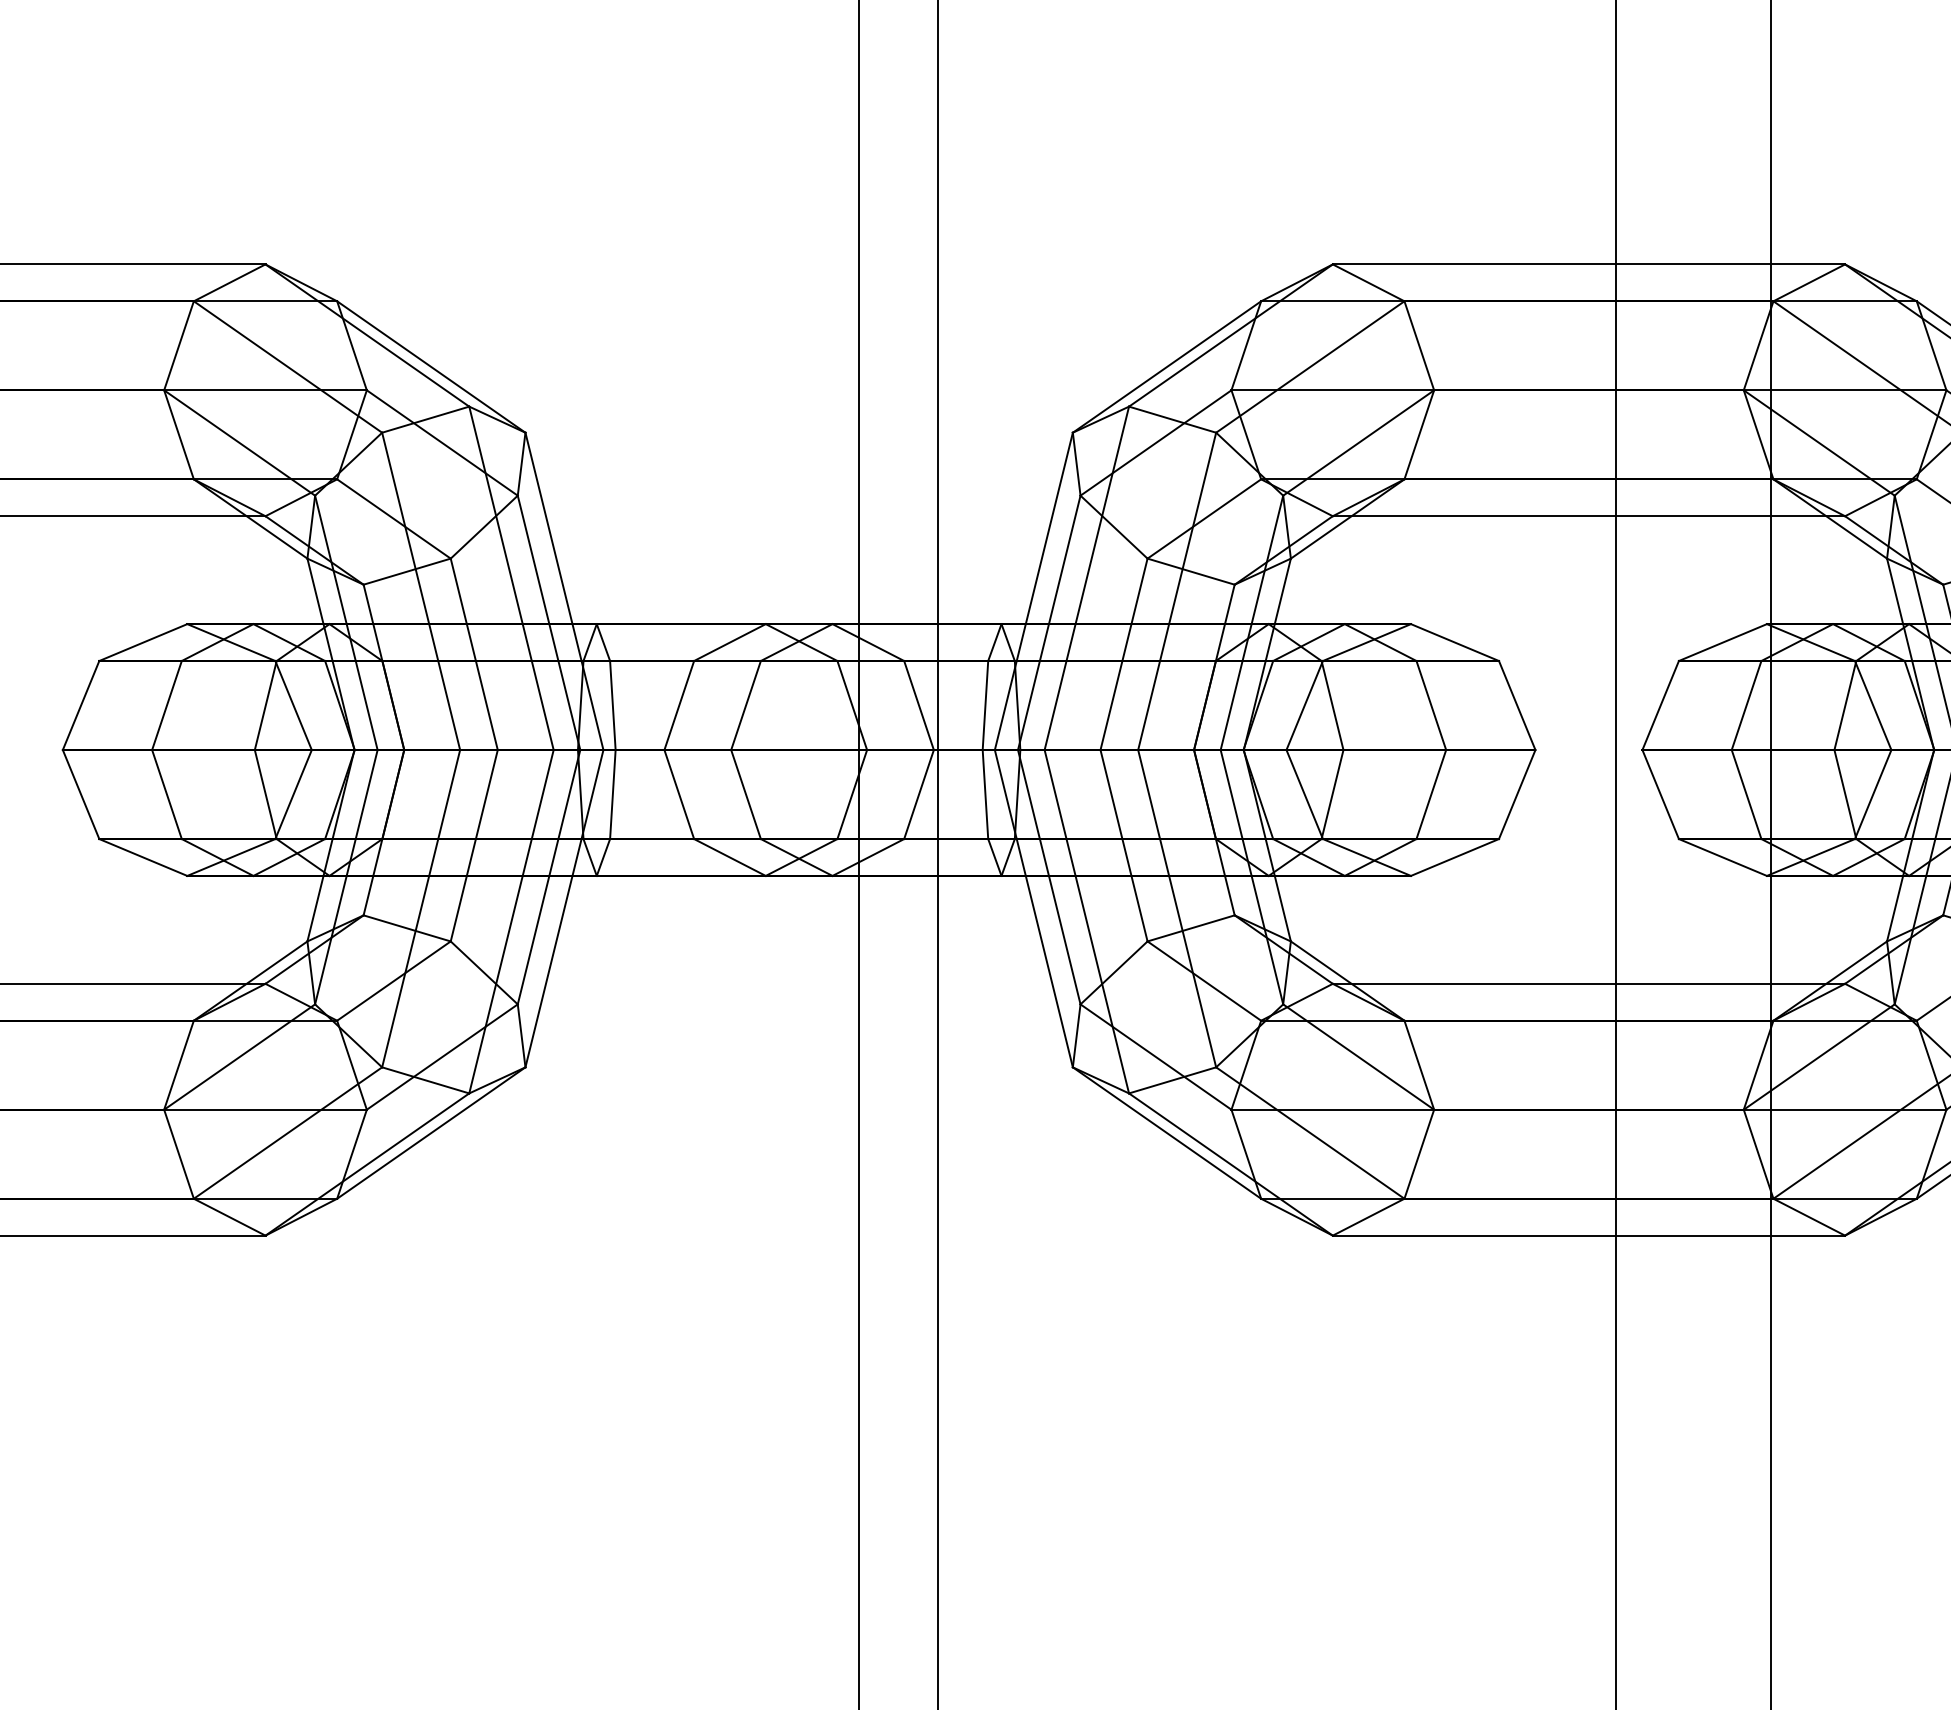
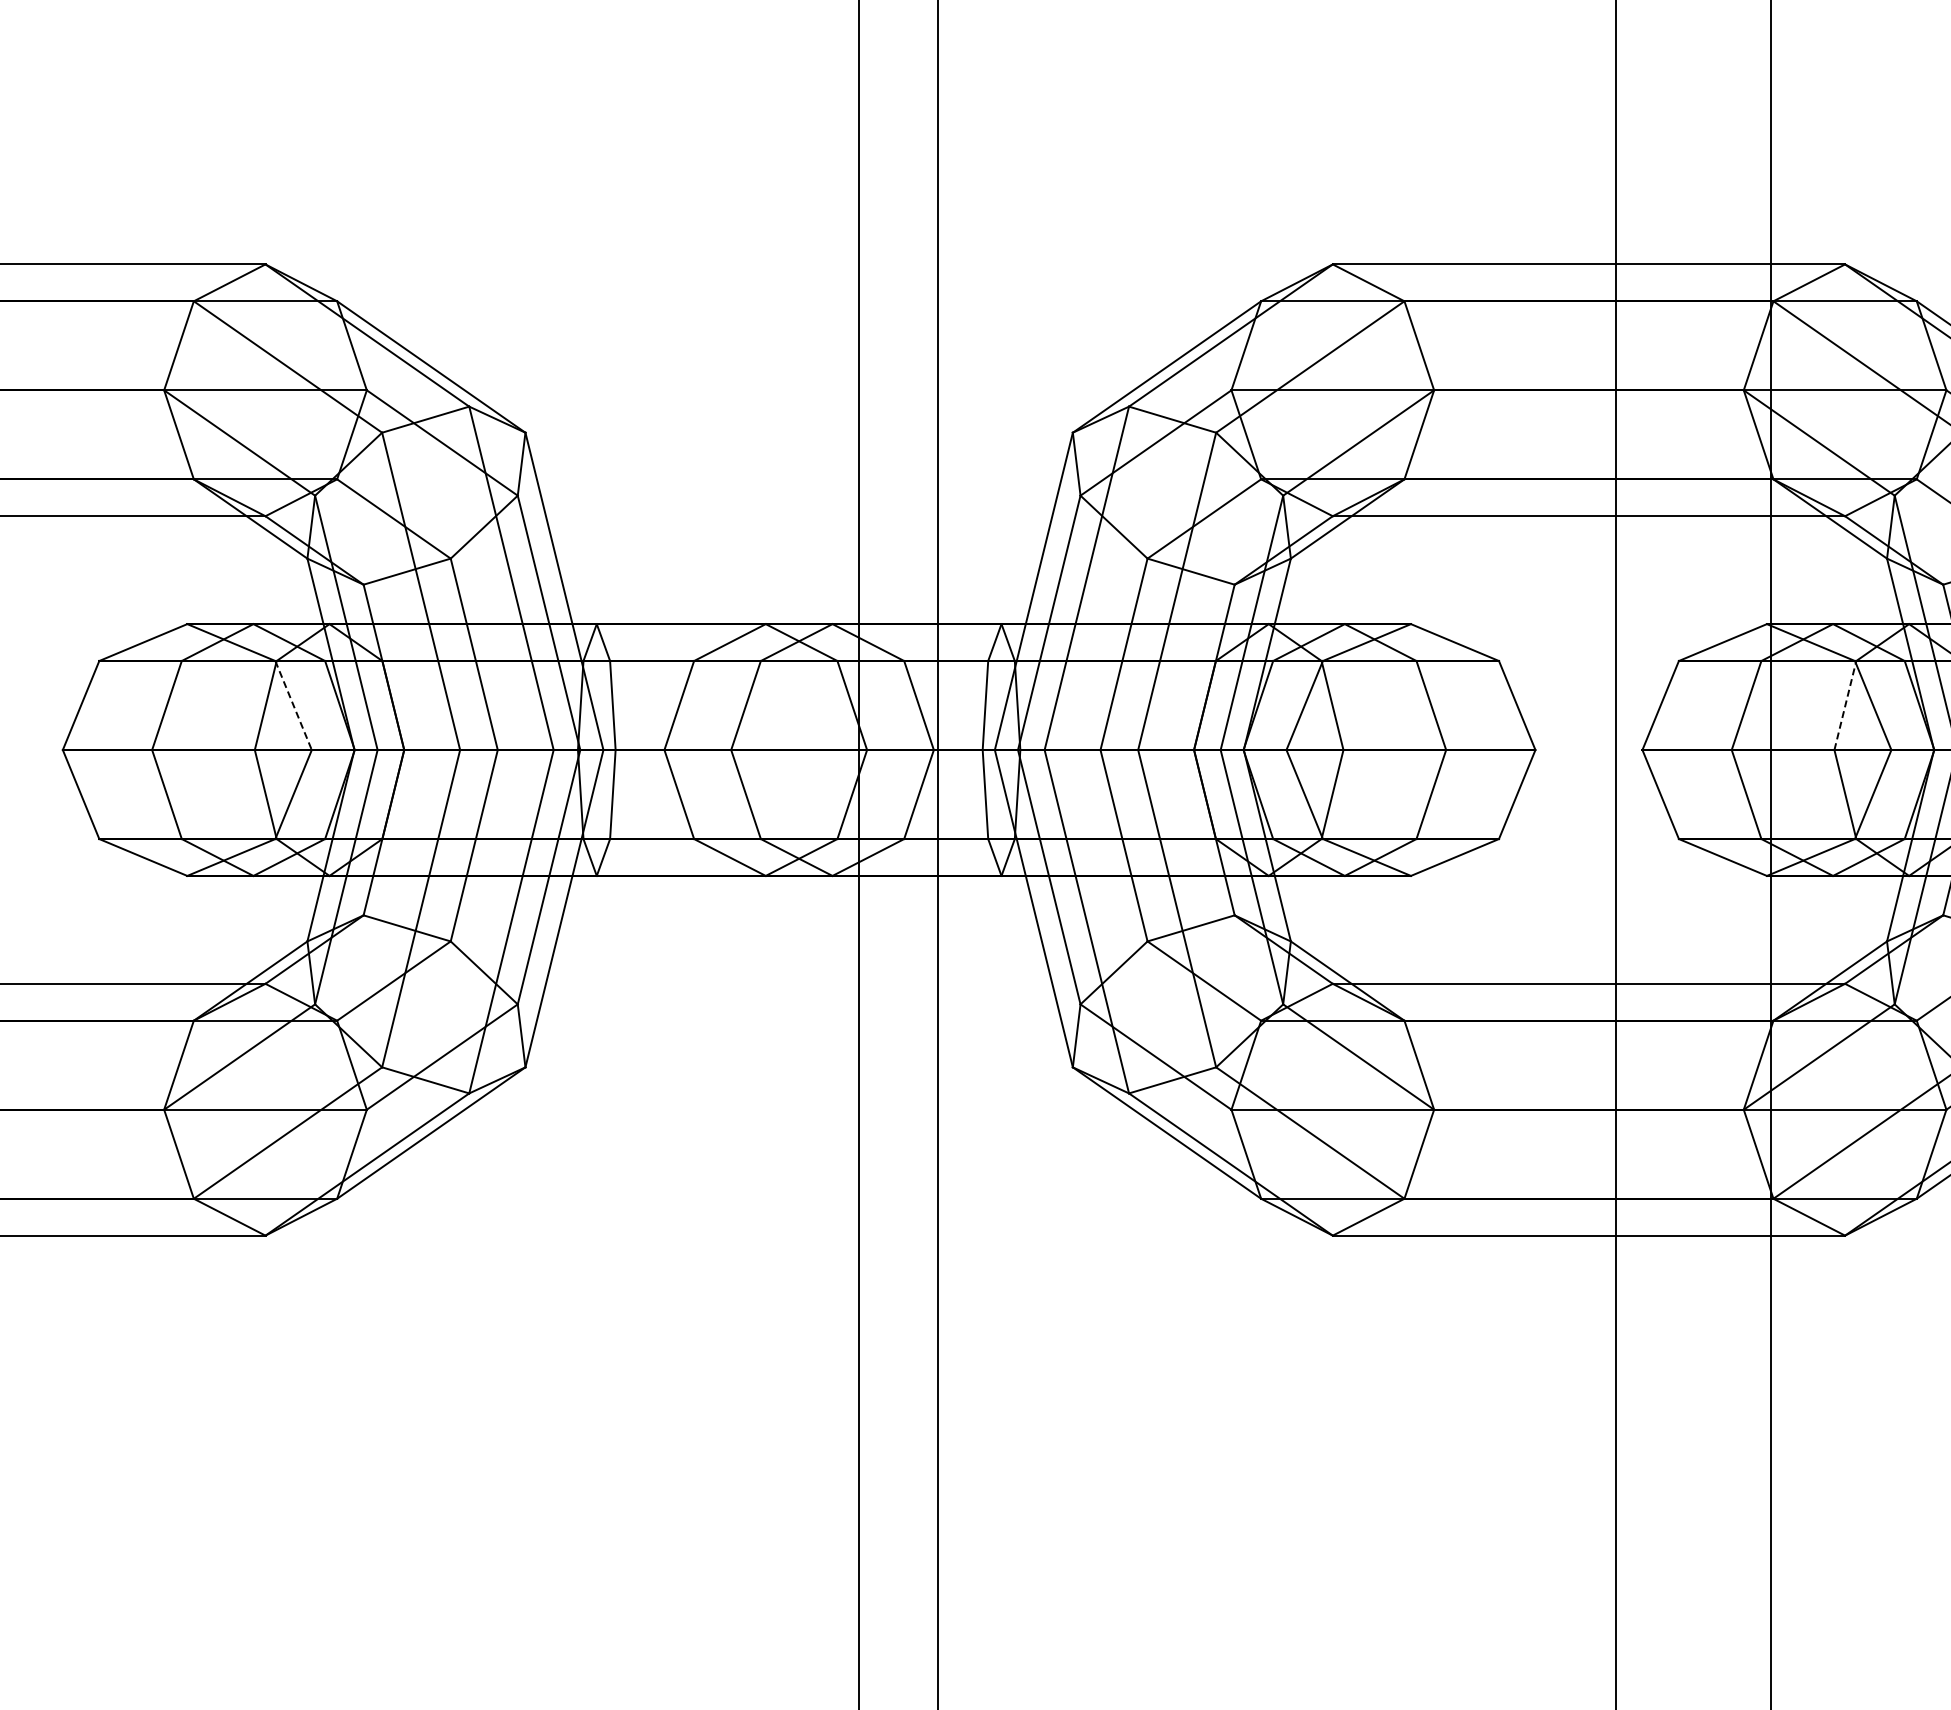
line at (293, 705): solid -> dashed
line at (1845, 705): solid -> dashed
